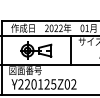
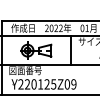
text at (73, 84): Y220125Z02 -> Y220125Z09
